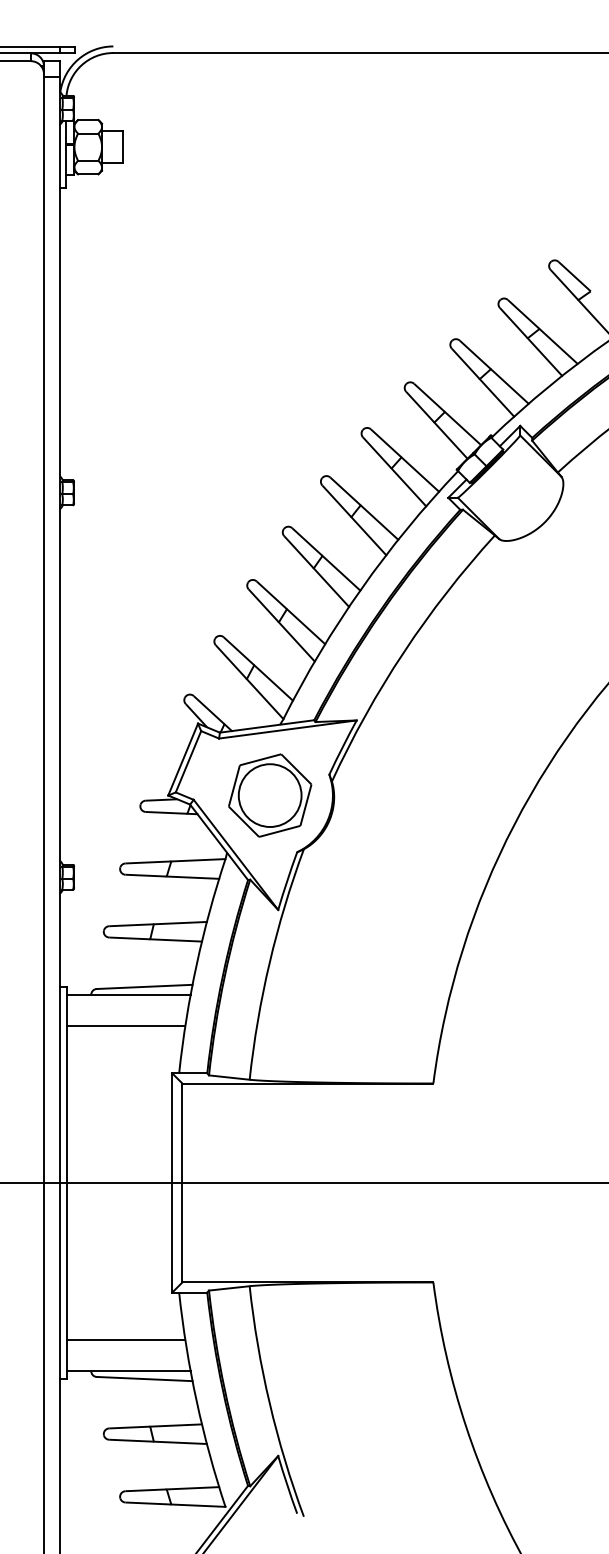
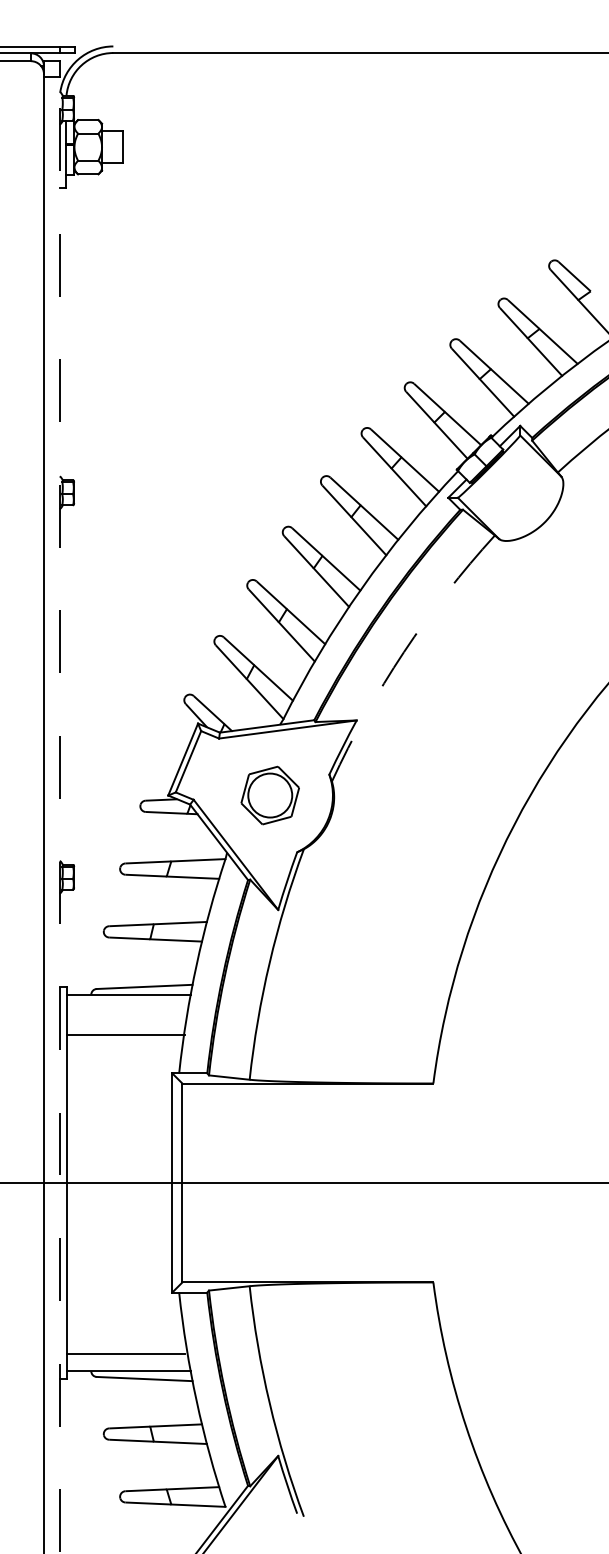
arc at (403, 652): solid -> dashed
part at (270, 795) size: 85x85 px -> 60x61 px
line at (59, 814): solid -> dashed
line at (126, 1026) position: (126, 1026) -> (126, 1035)
line at (126, 1339) position: (126, 1339) -> (126, 1353)
